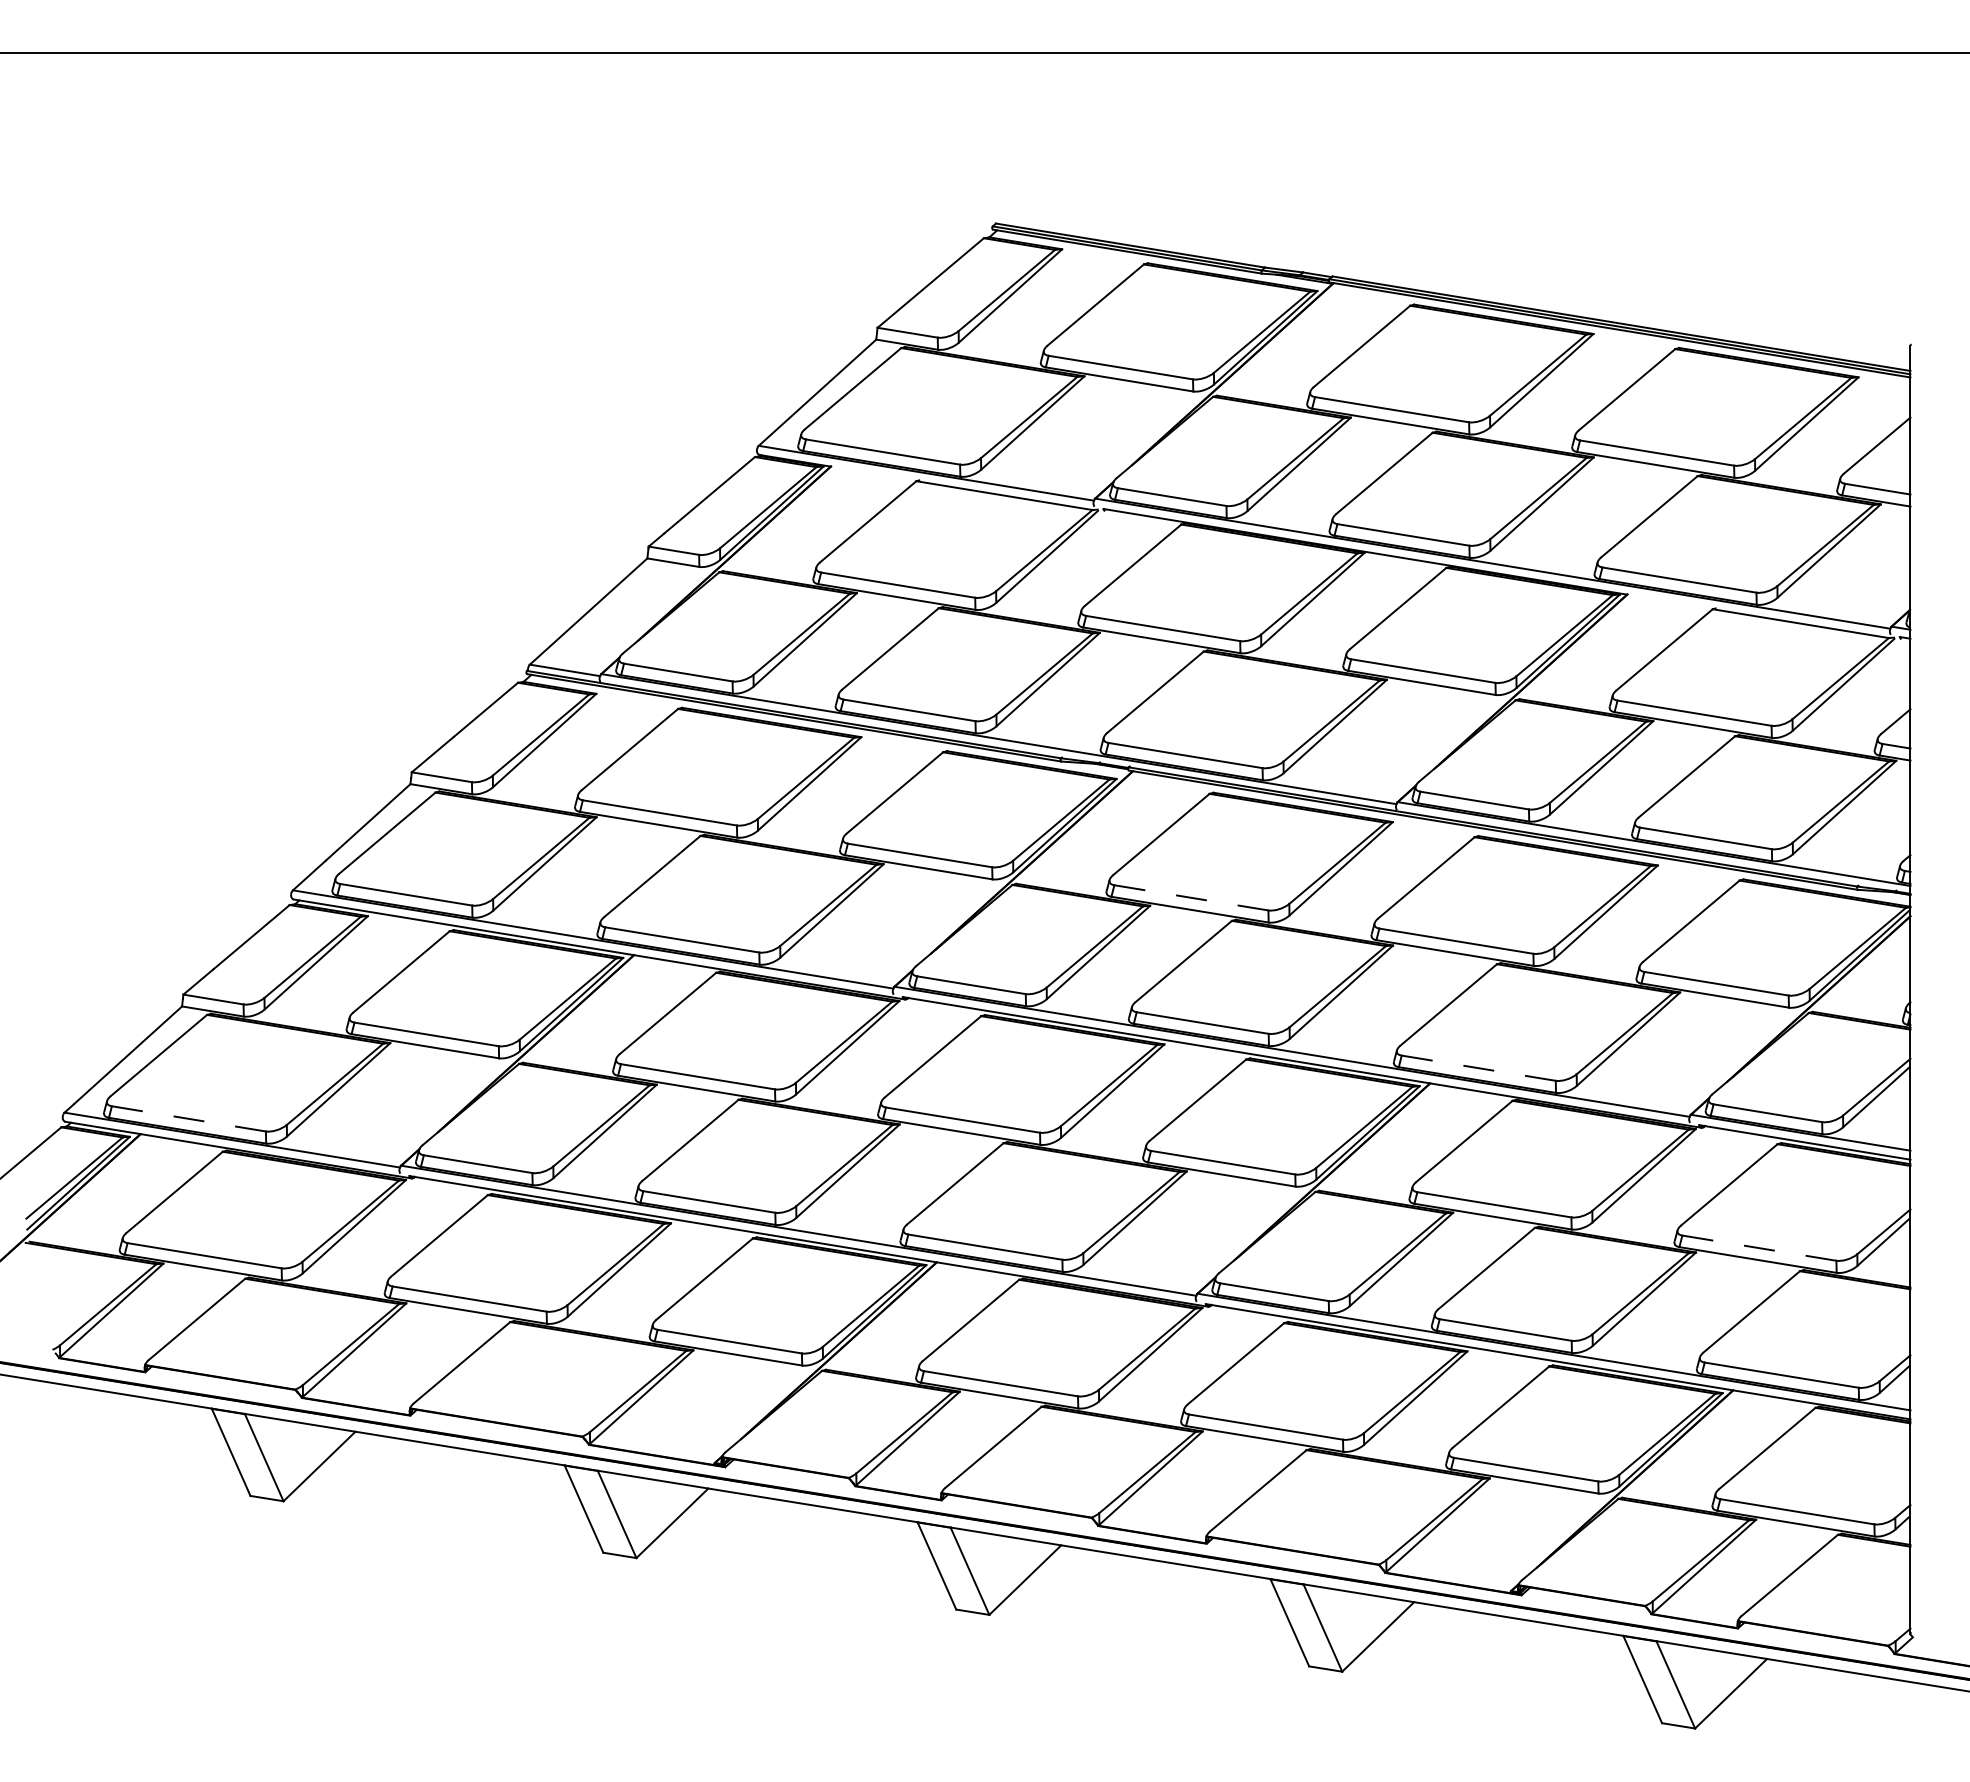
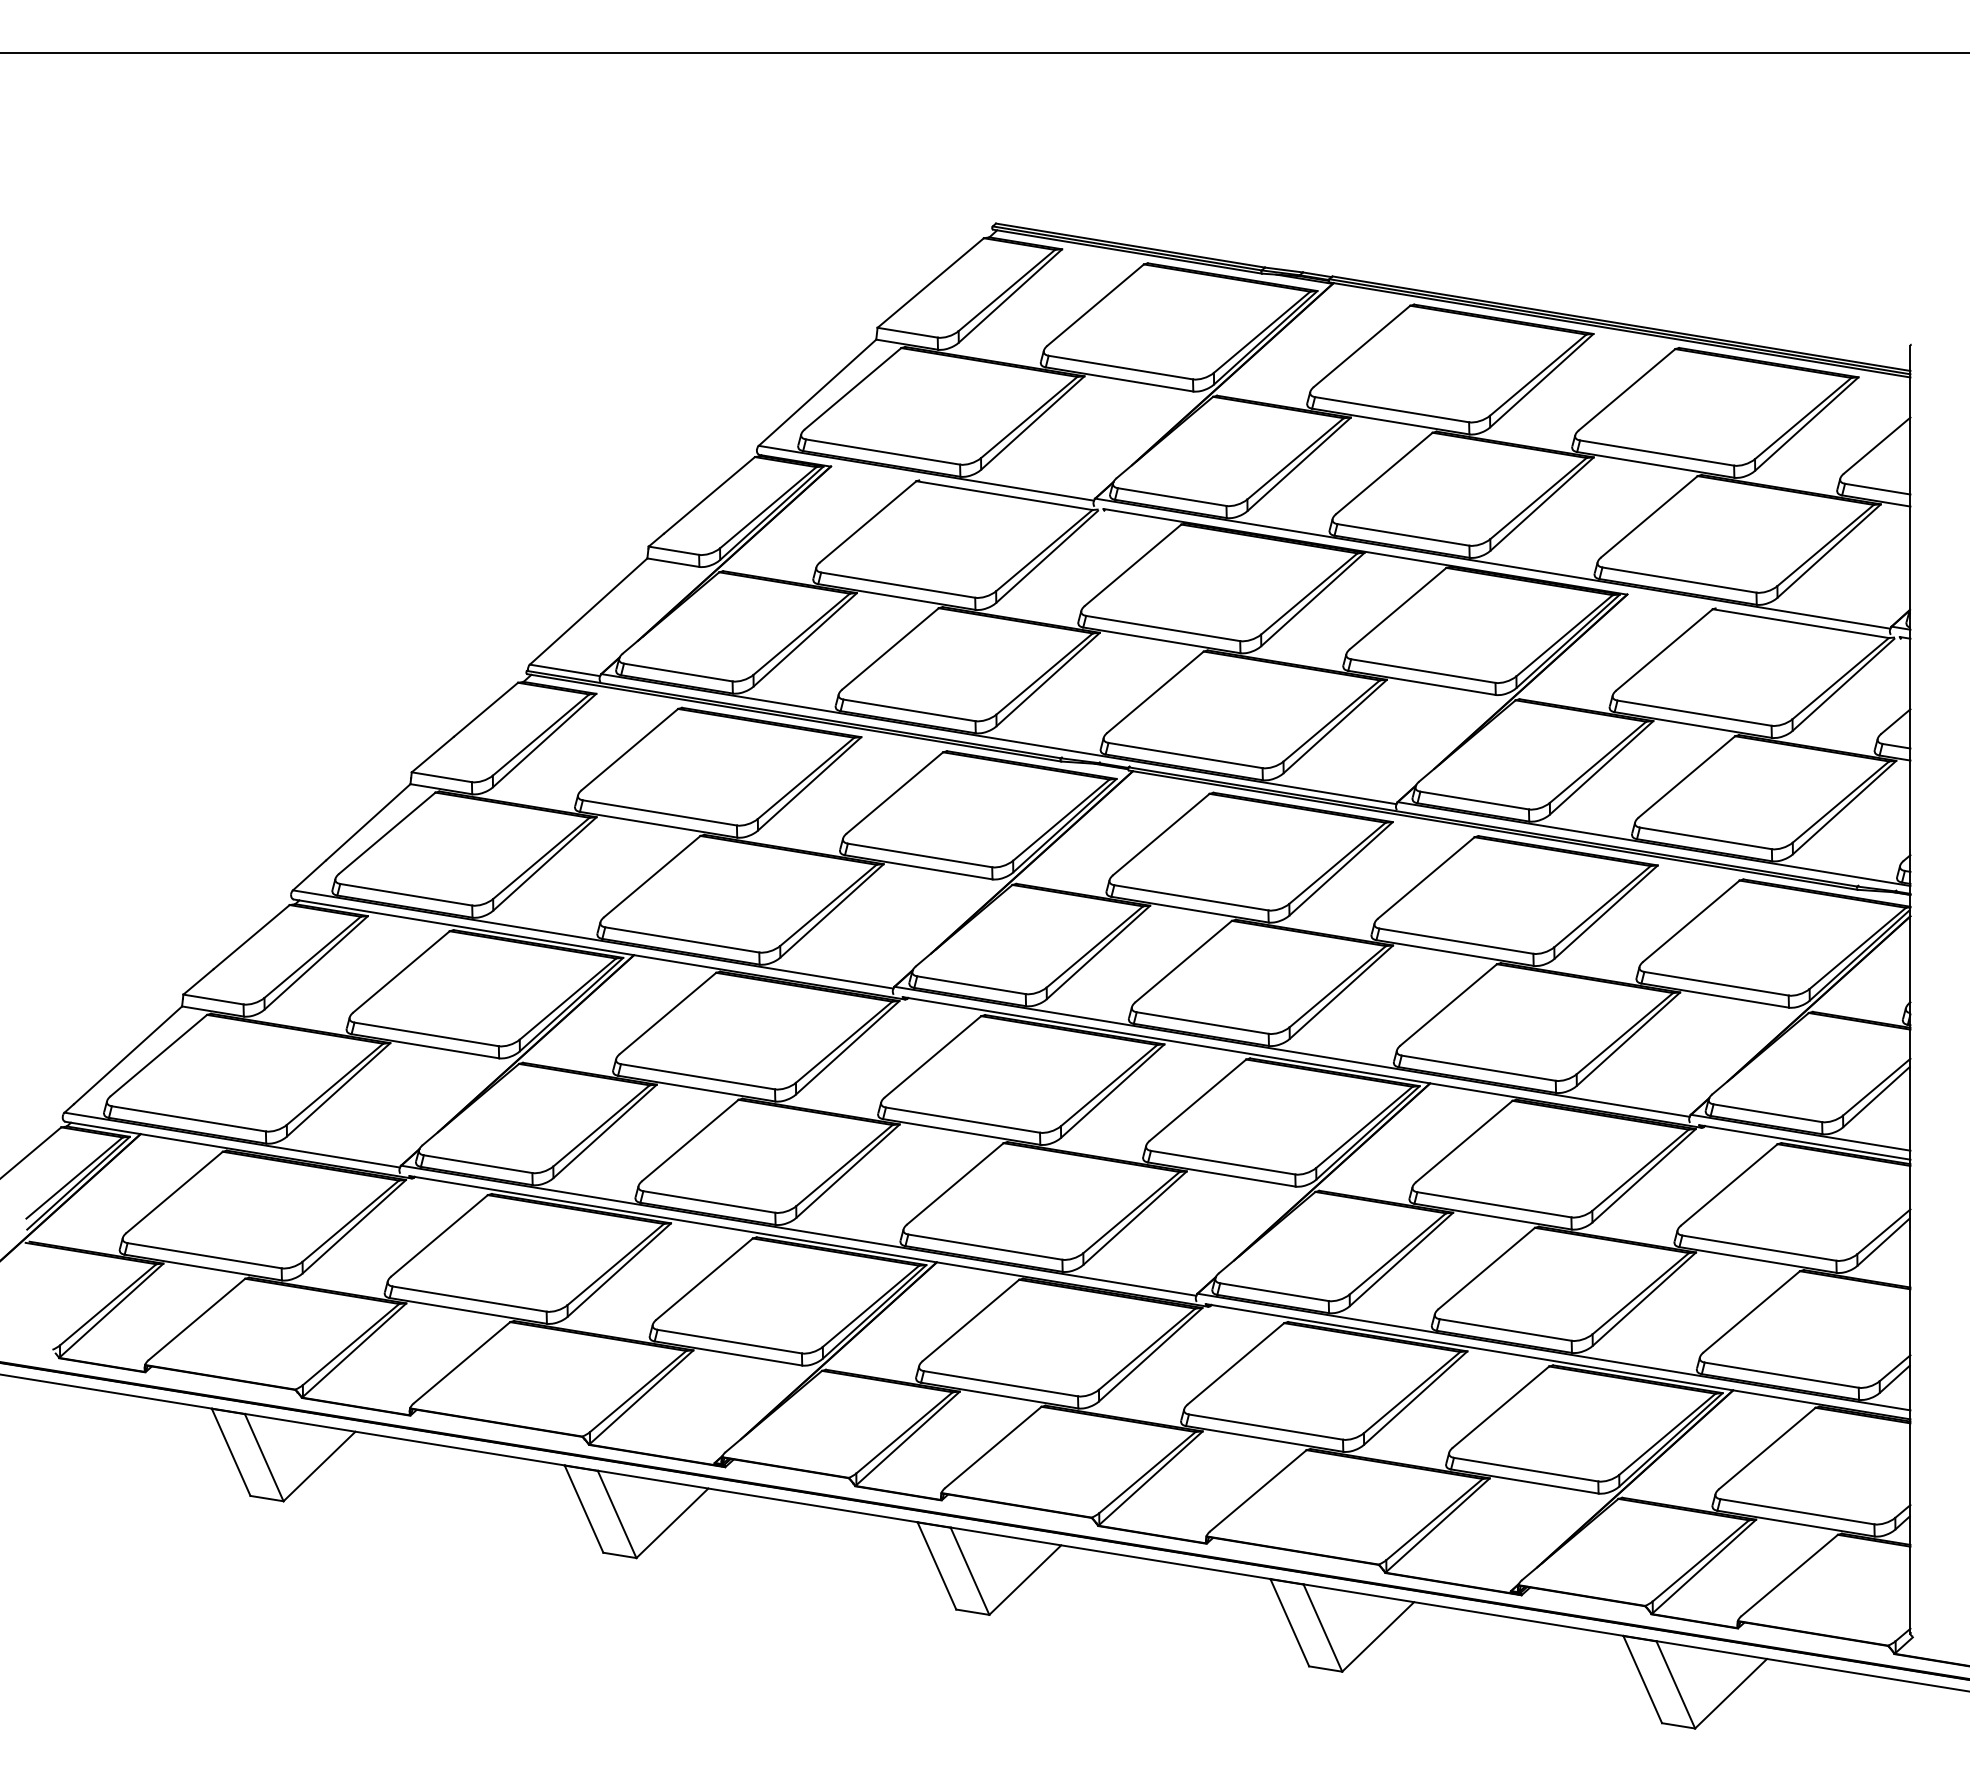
line at (1190, 897): dashed -> solid
line at (1478, 1068): dashed -> solid
line at (188, 1118): dashed -> solid
line at (1758, 1248): dashed -> solid
